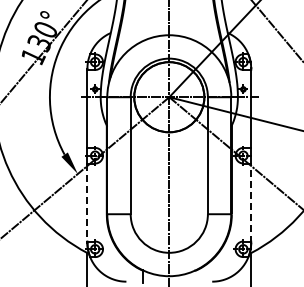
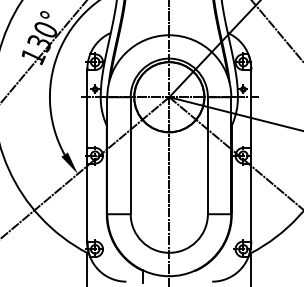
line at (87, 203): dashed -> solid
line at (251, 203): dashed -> solid
